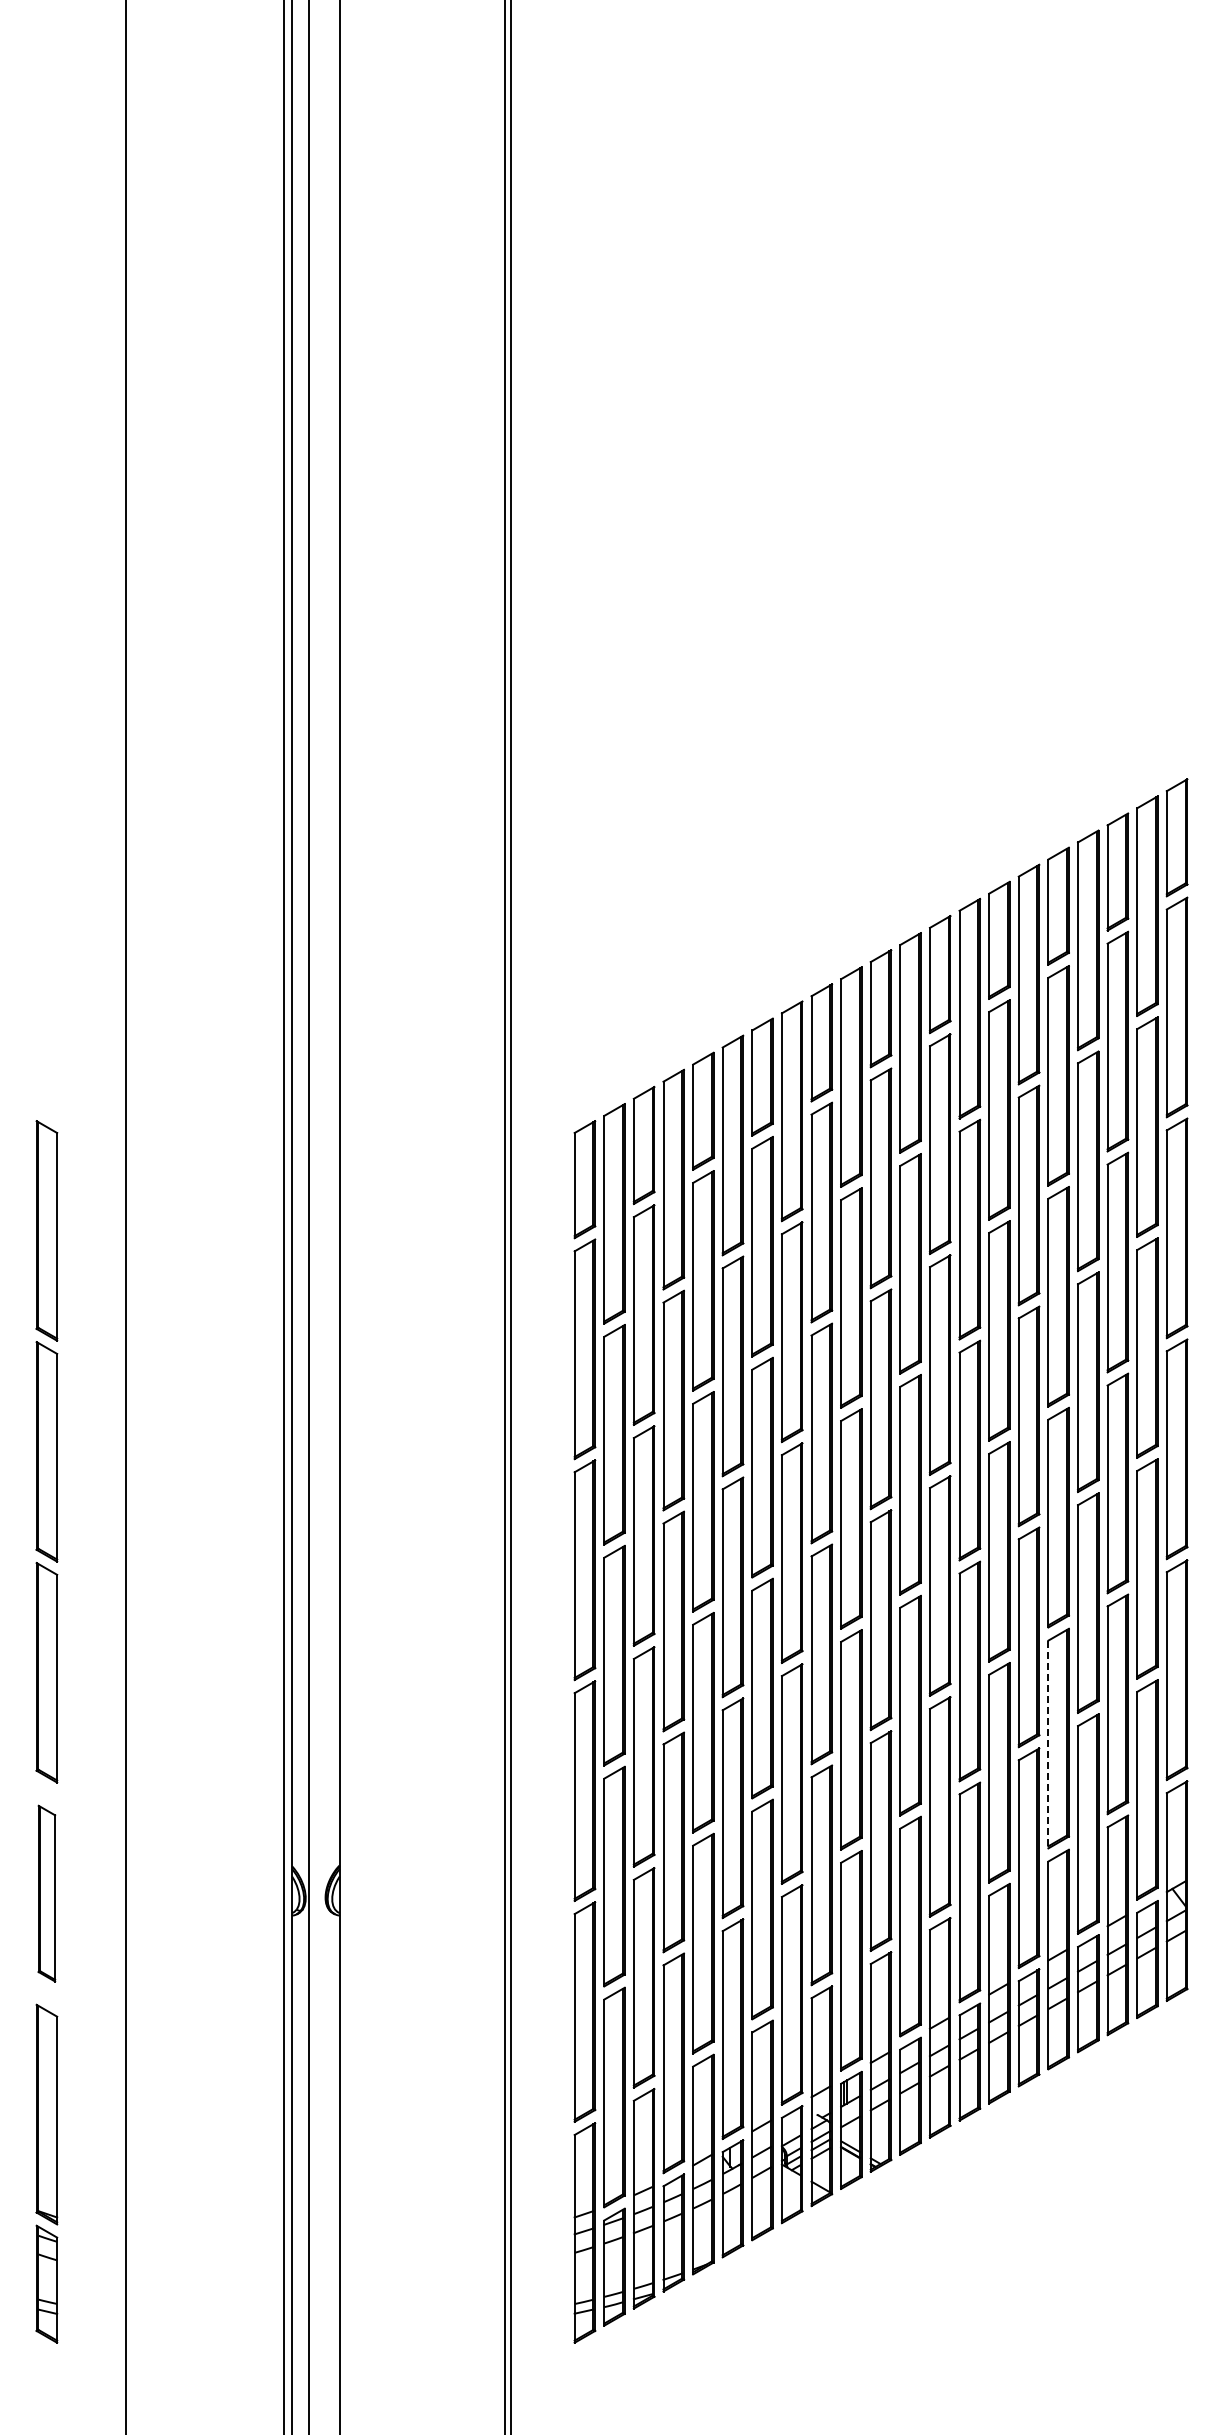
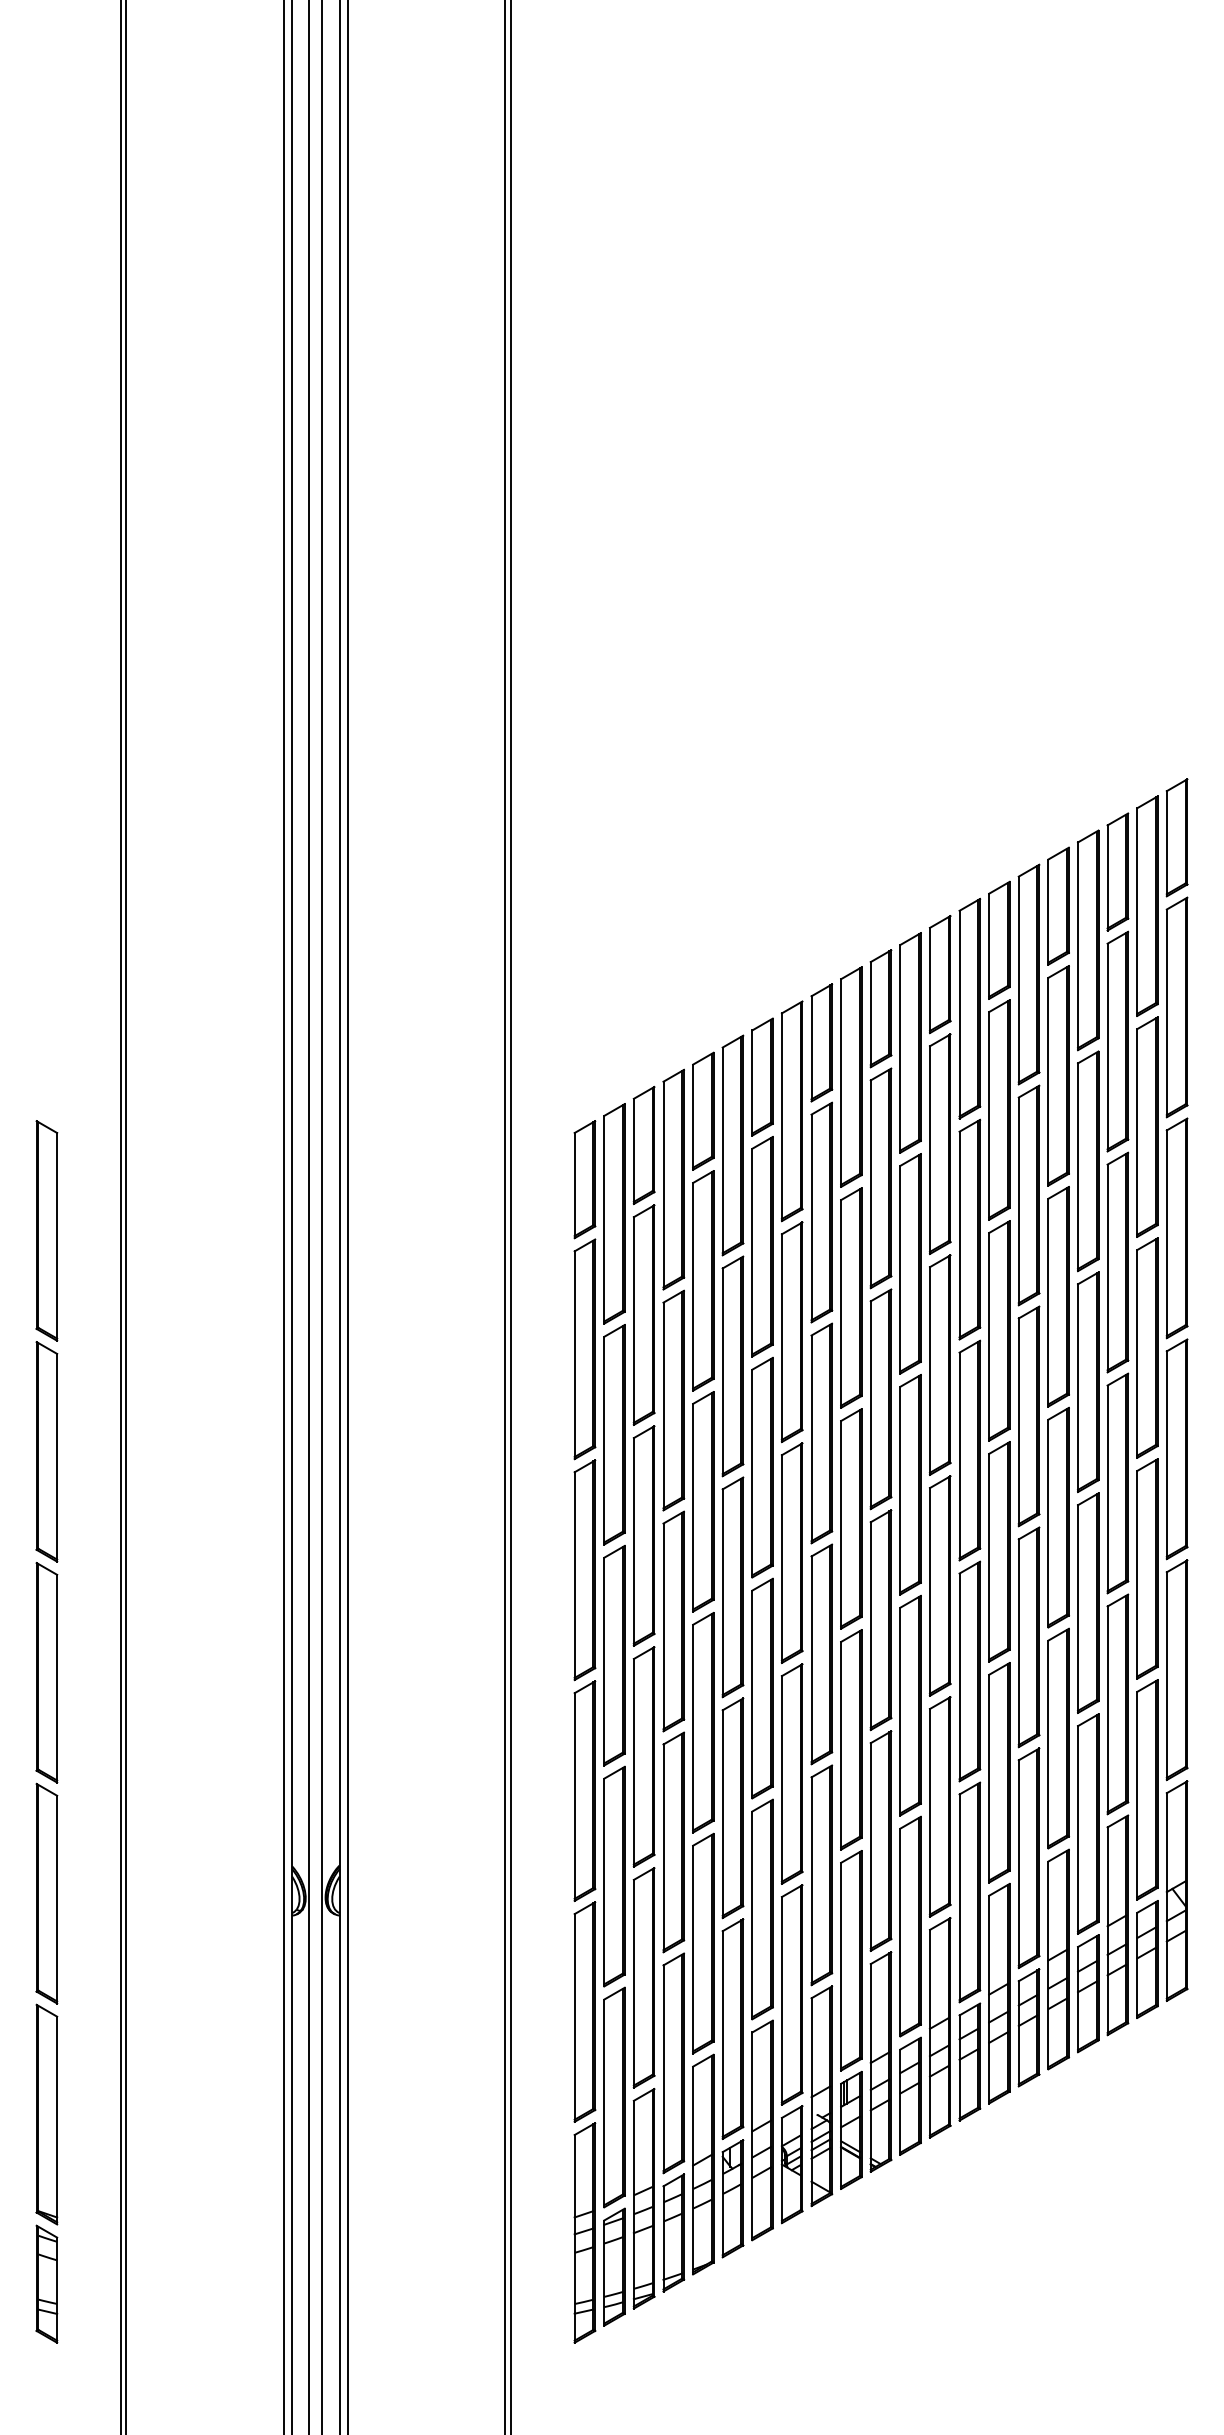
line at (120, 1216): none -> present
line at (322, 1216): none -> present
line at (347, 1216): none -> present
line at (1048, 1744): dashed -> solid
part at (46, 1893) size: 20x179 px -> 24x223 px
